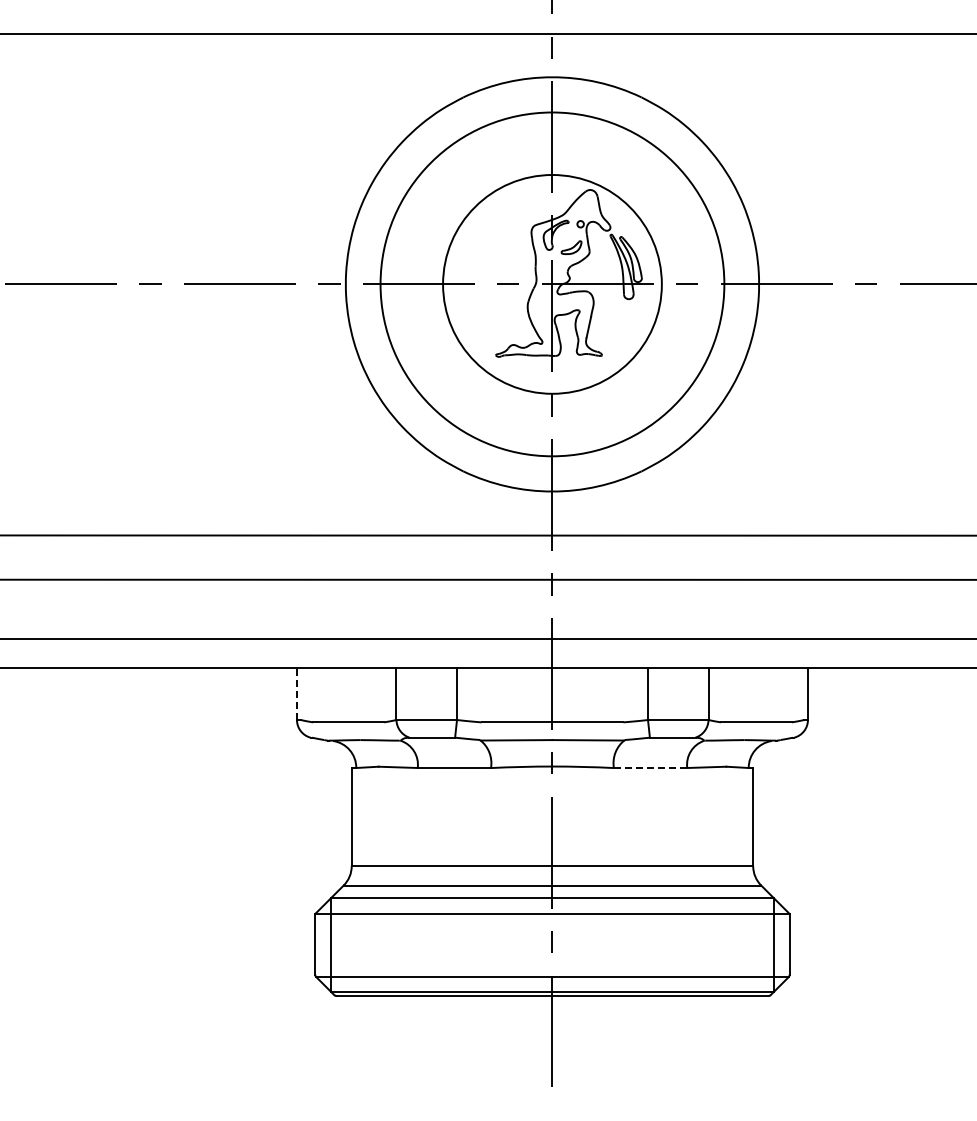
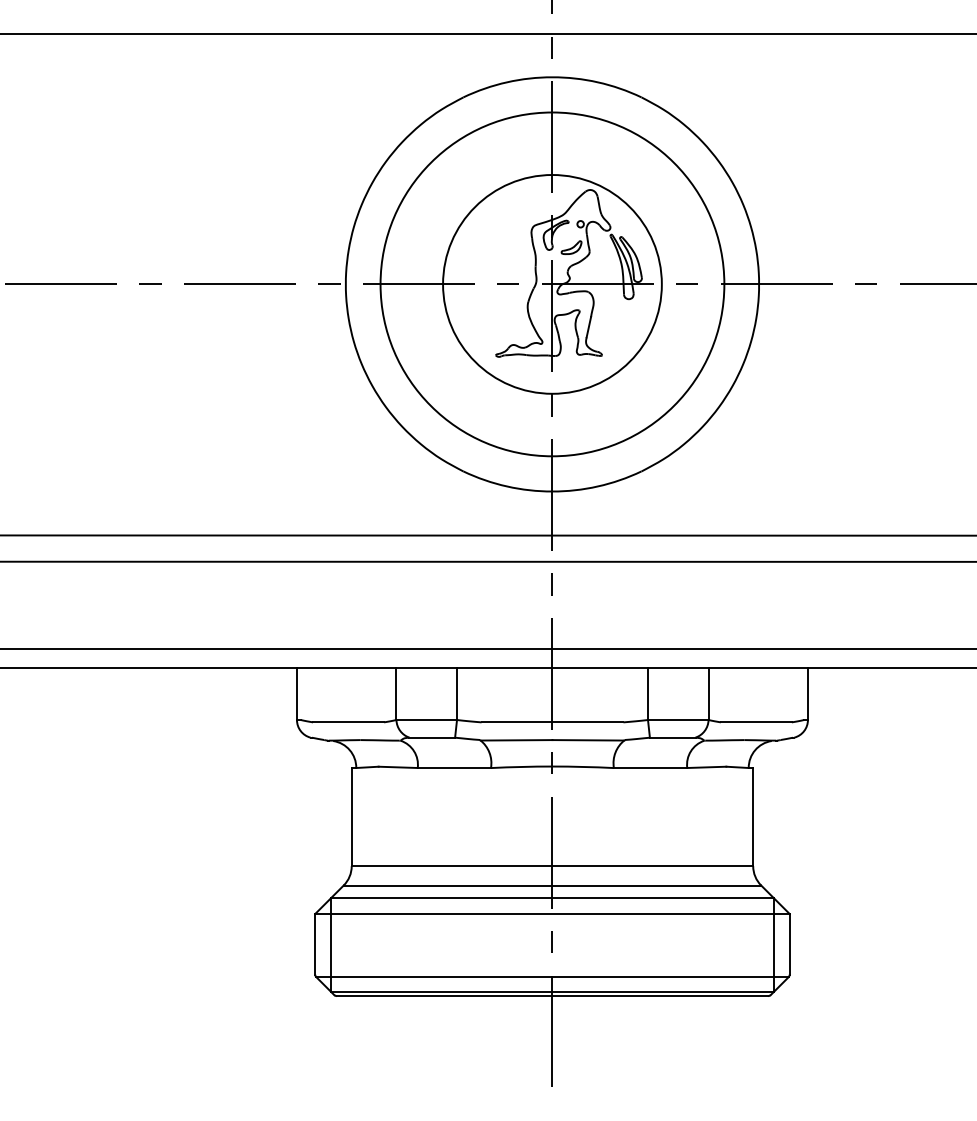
line at (487, 579) position: (487, 579) -> (487, 561)
line at (487, 639) position: (487, 639) -> (487, 649)
line at (296, 693): dashed -> solid
line at (650, 768): dashed -> solid
